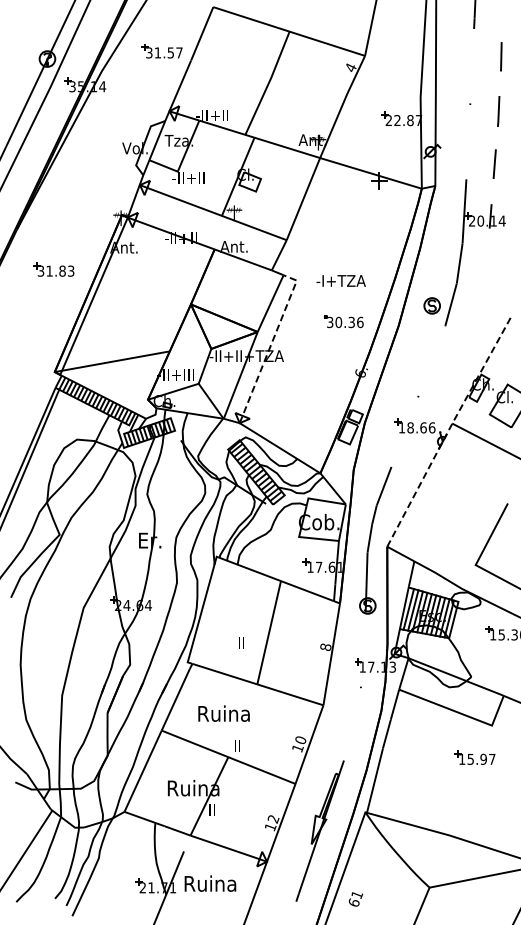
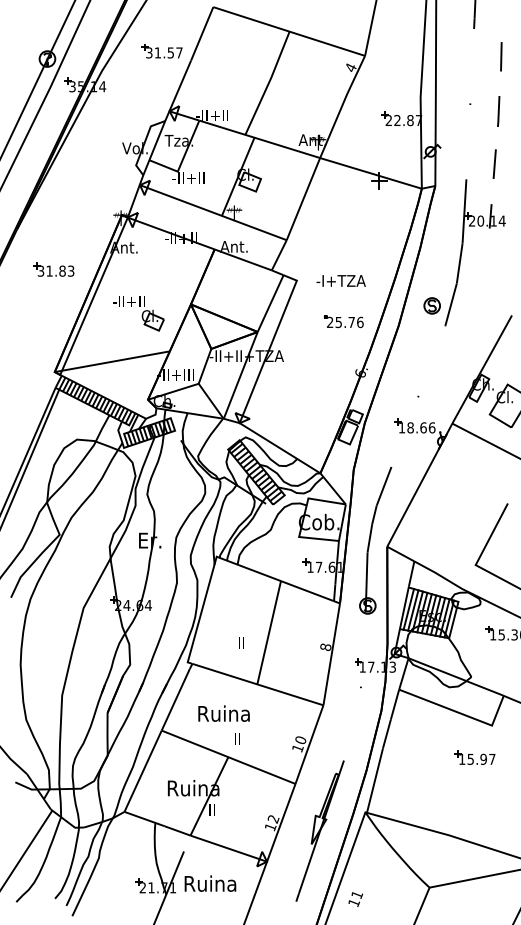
part at (138, 313): none -> present
text at (340, 322): 30.36 -> 25.76
line at (271, 344): dashed -> solid
line at (448, 430): dashed -> solid
text at (237, 745) position: (237, 745) -> (237, 738)
text at (354, 902): 61 -> 11
